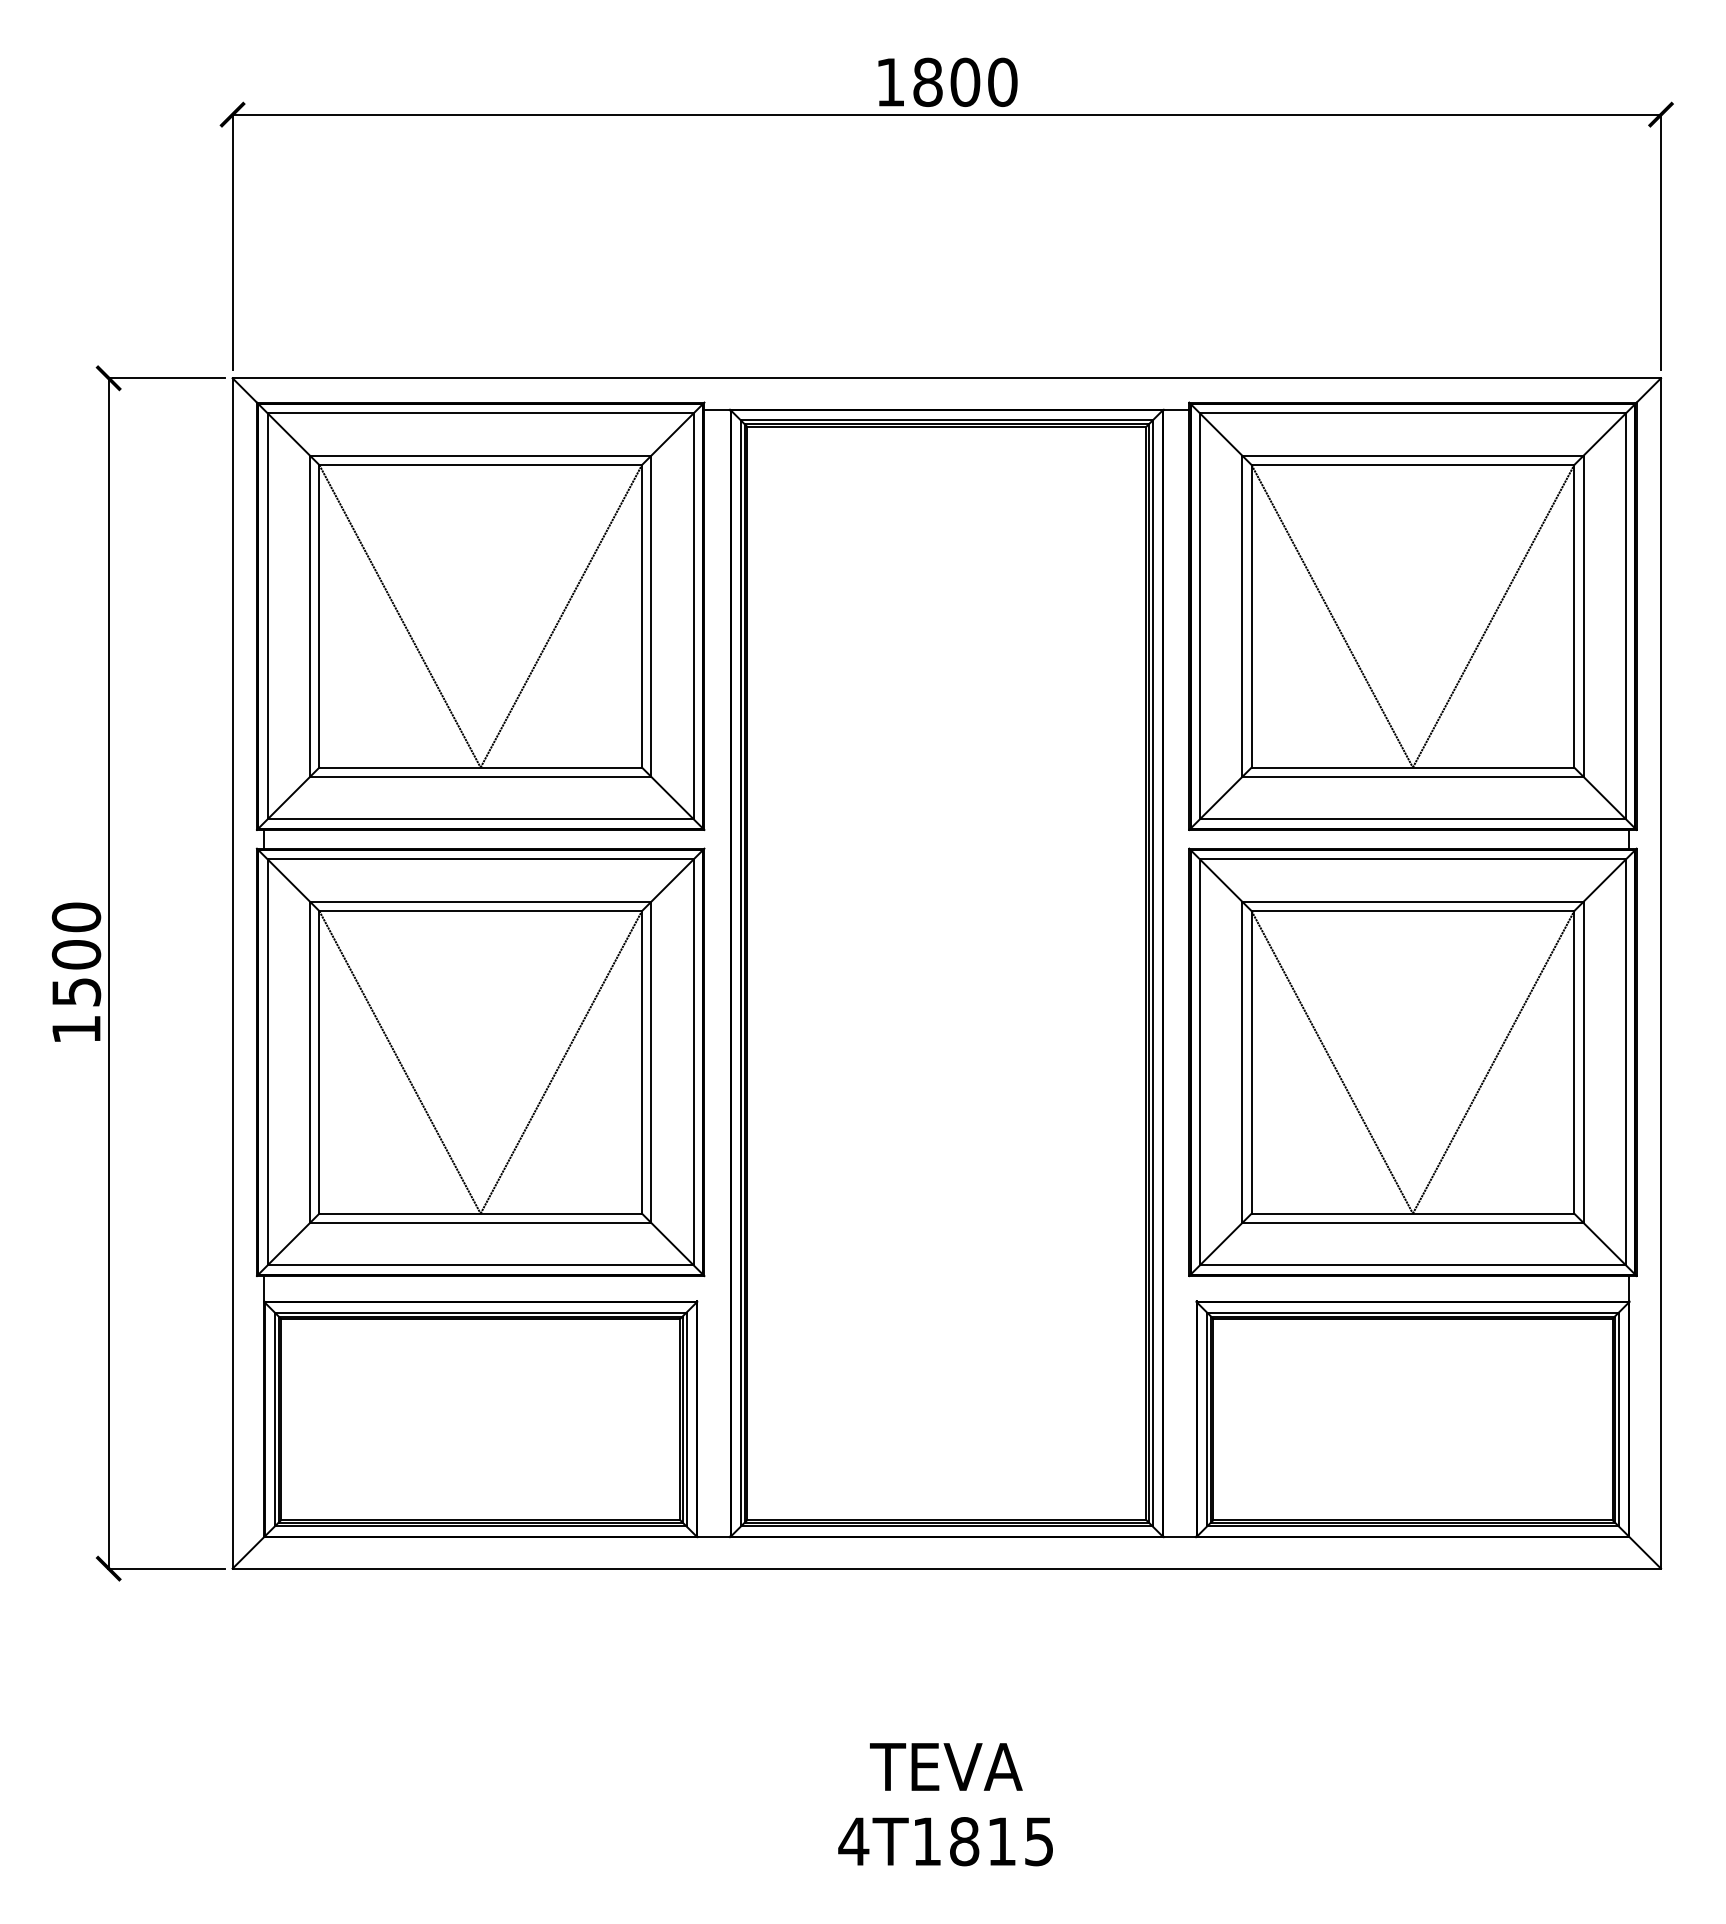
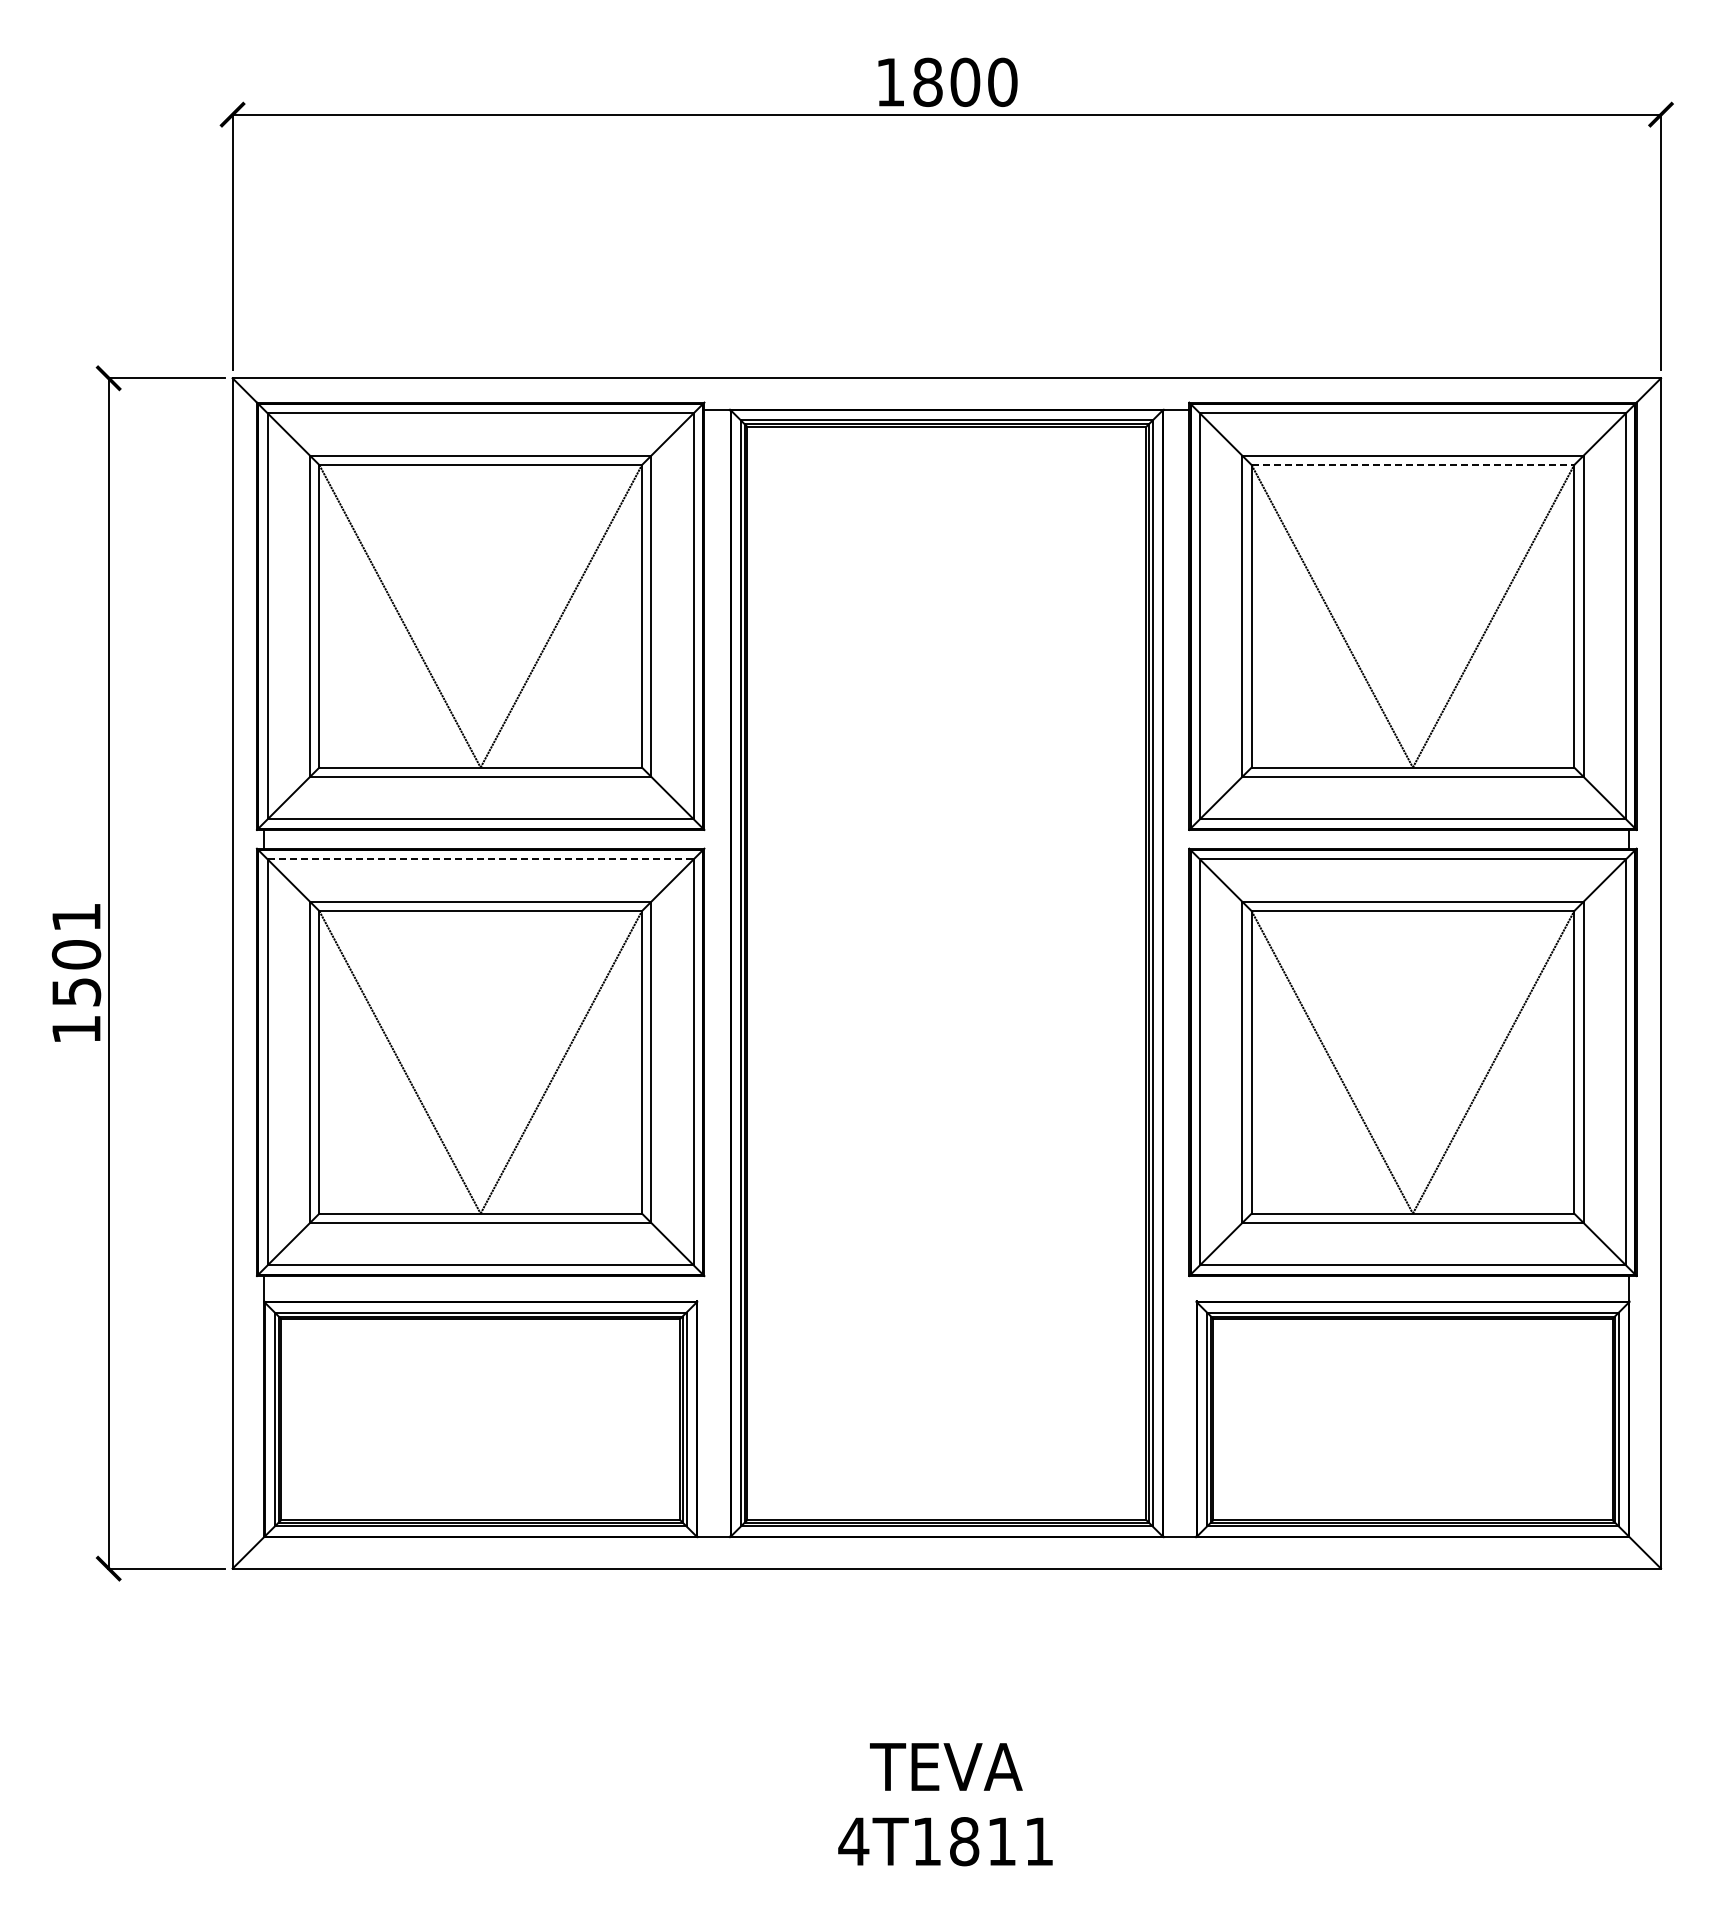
line at (1413, 465): solid -> dashed
line at (480, 859): solid -> dashed
text at (76, 917): 1500 -> 1501
text at (1038, 1841): 4T1815 -> 4T1811
